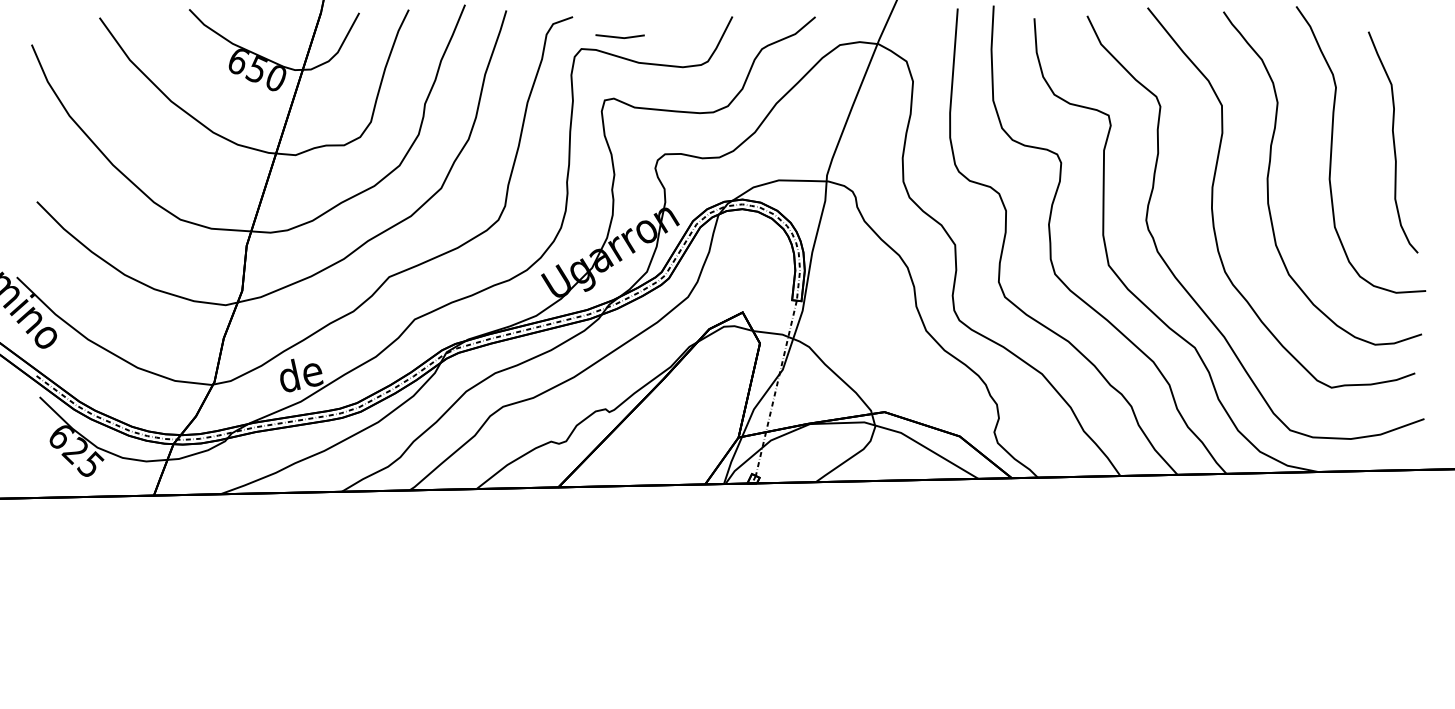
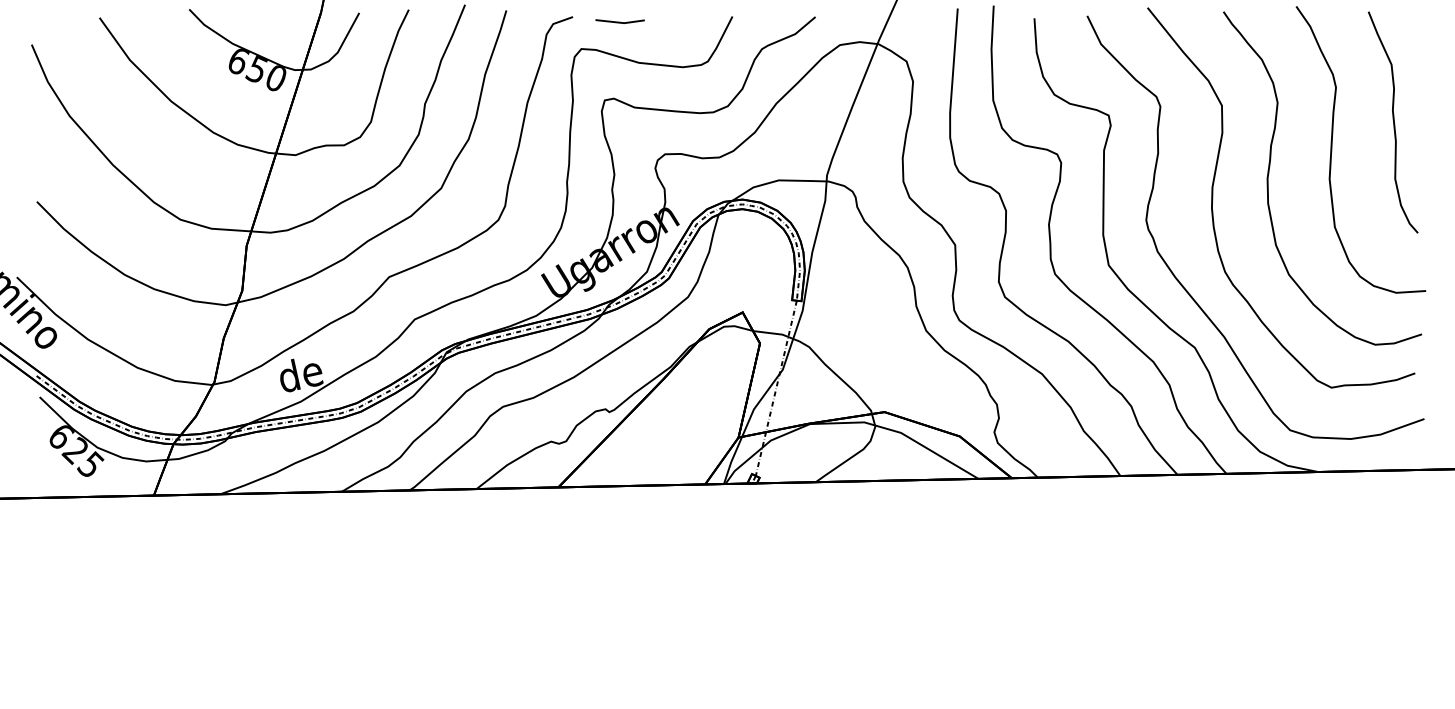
line at (619, 36) position: (619, 36) -> (619, 21)
curve at (1393, 142) position: (1393, 142) -> (1393, 122)
